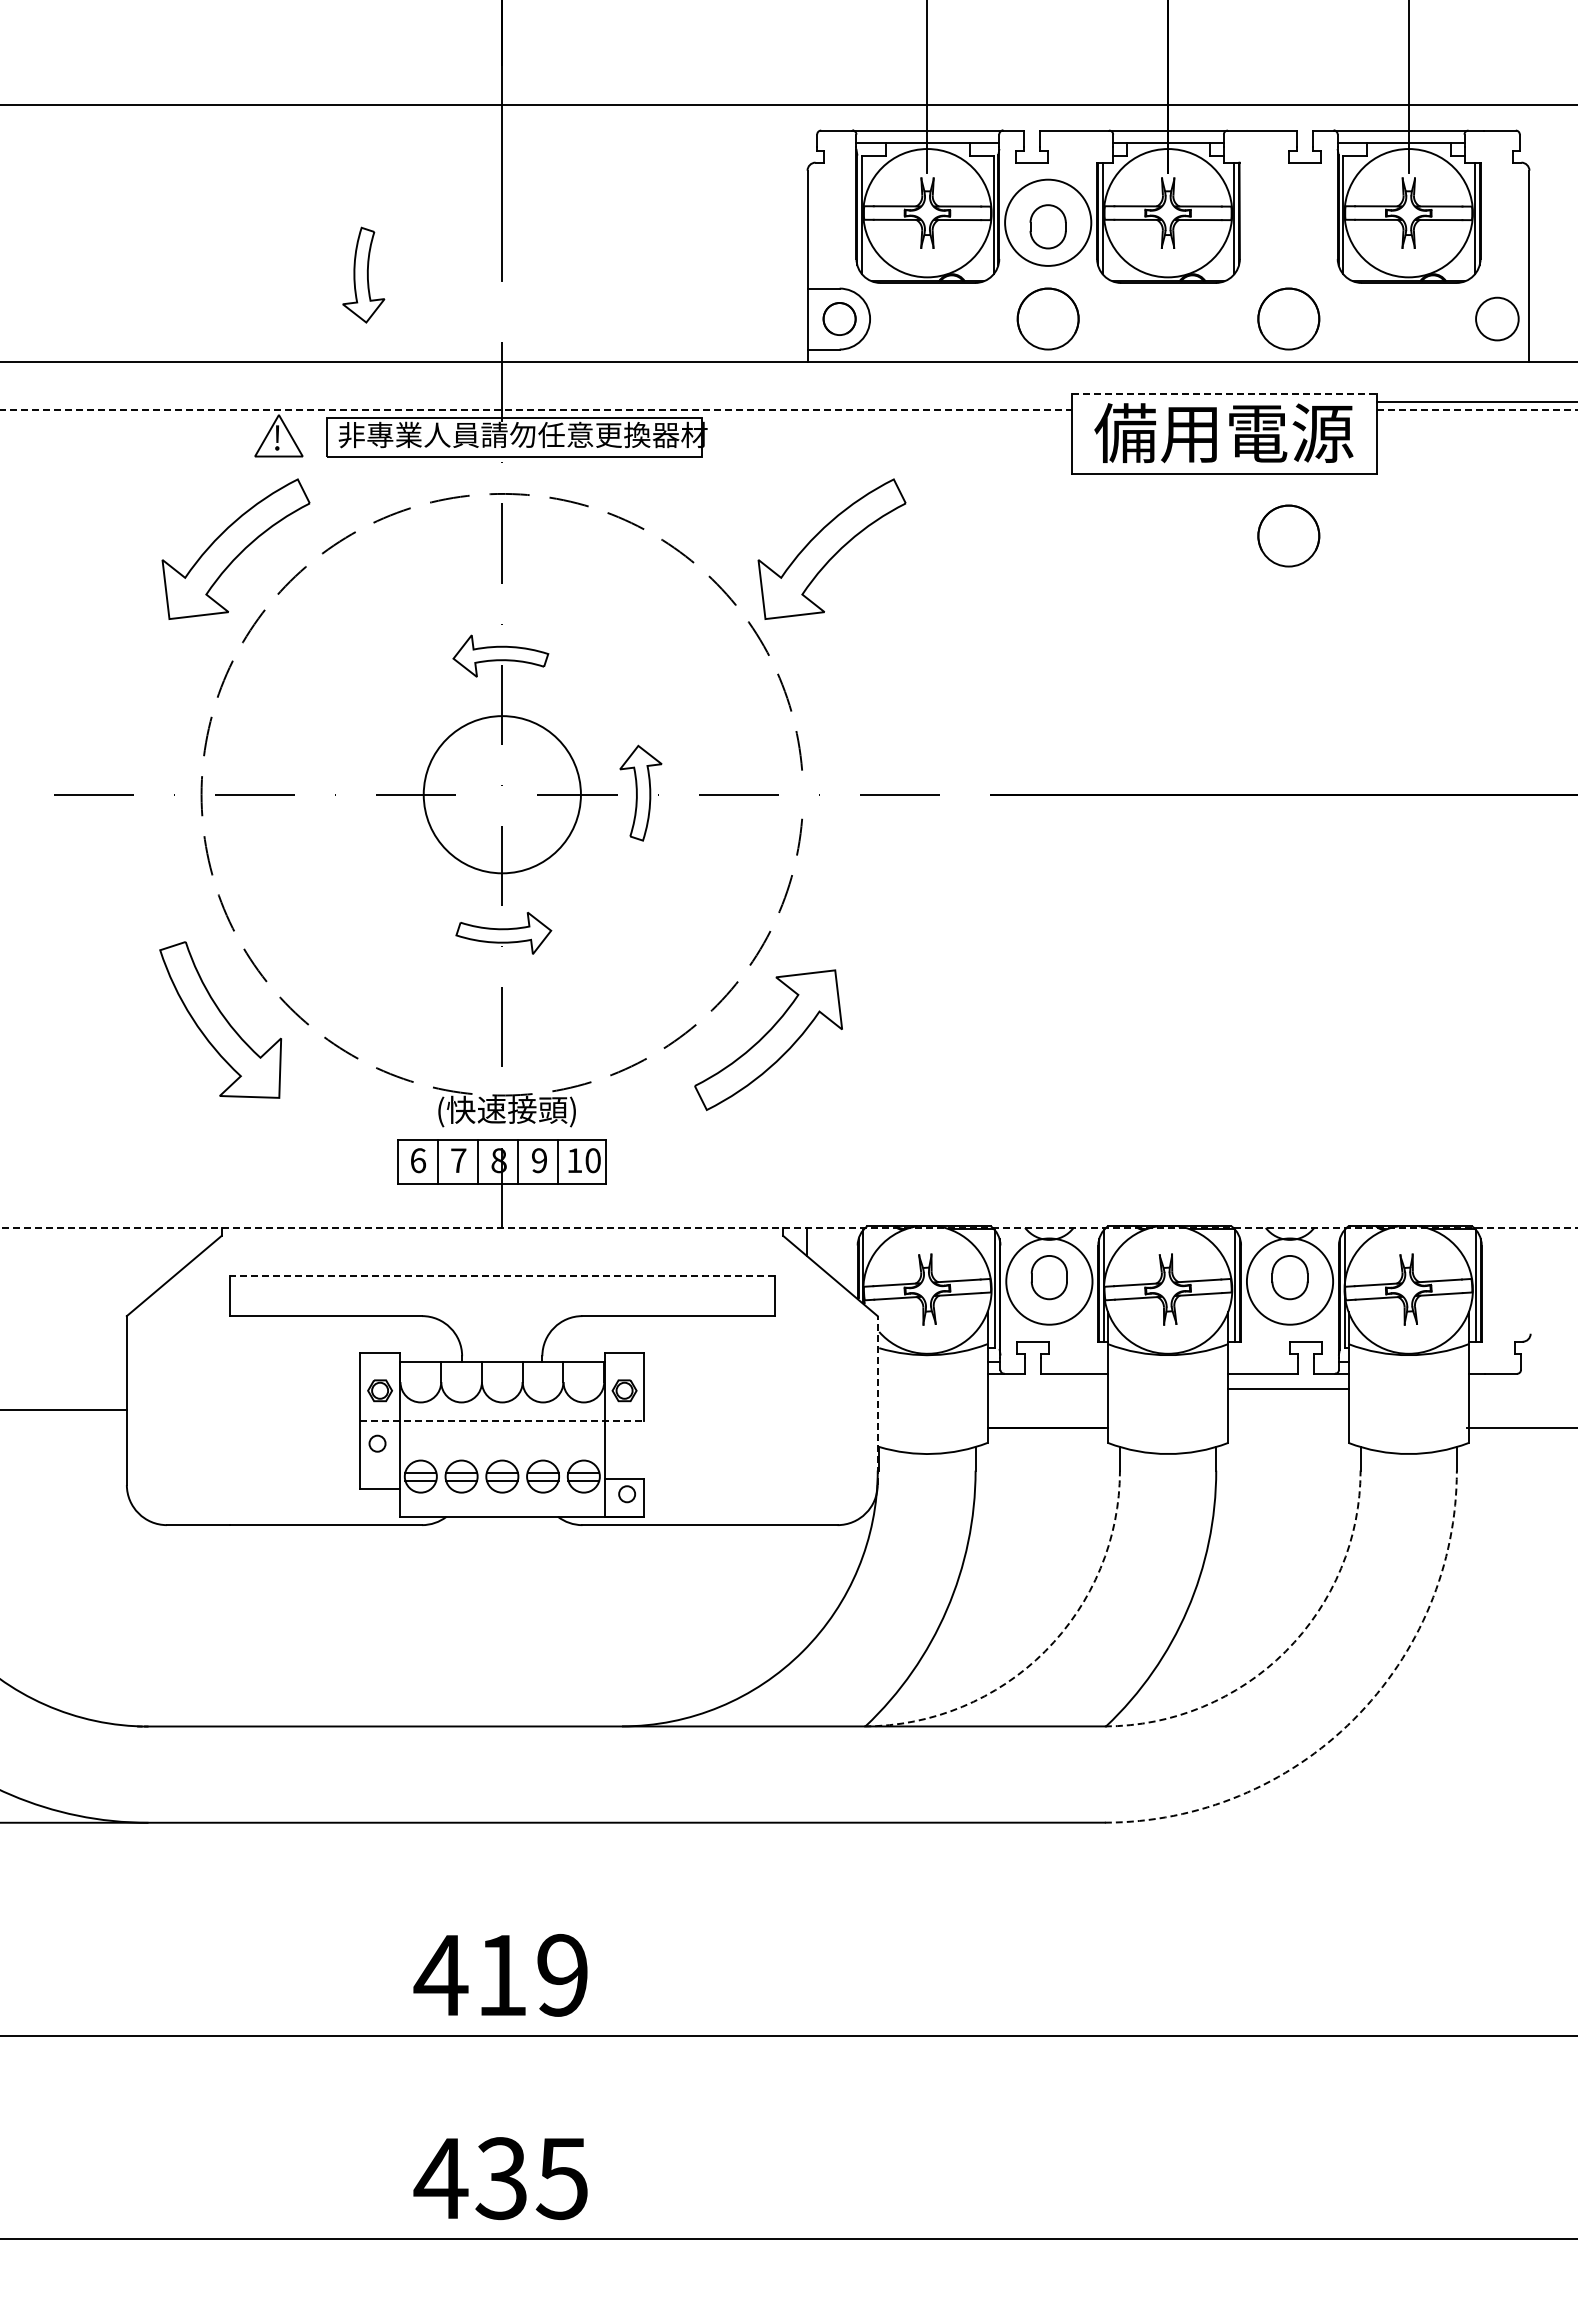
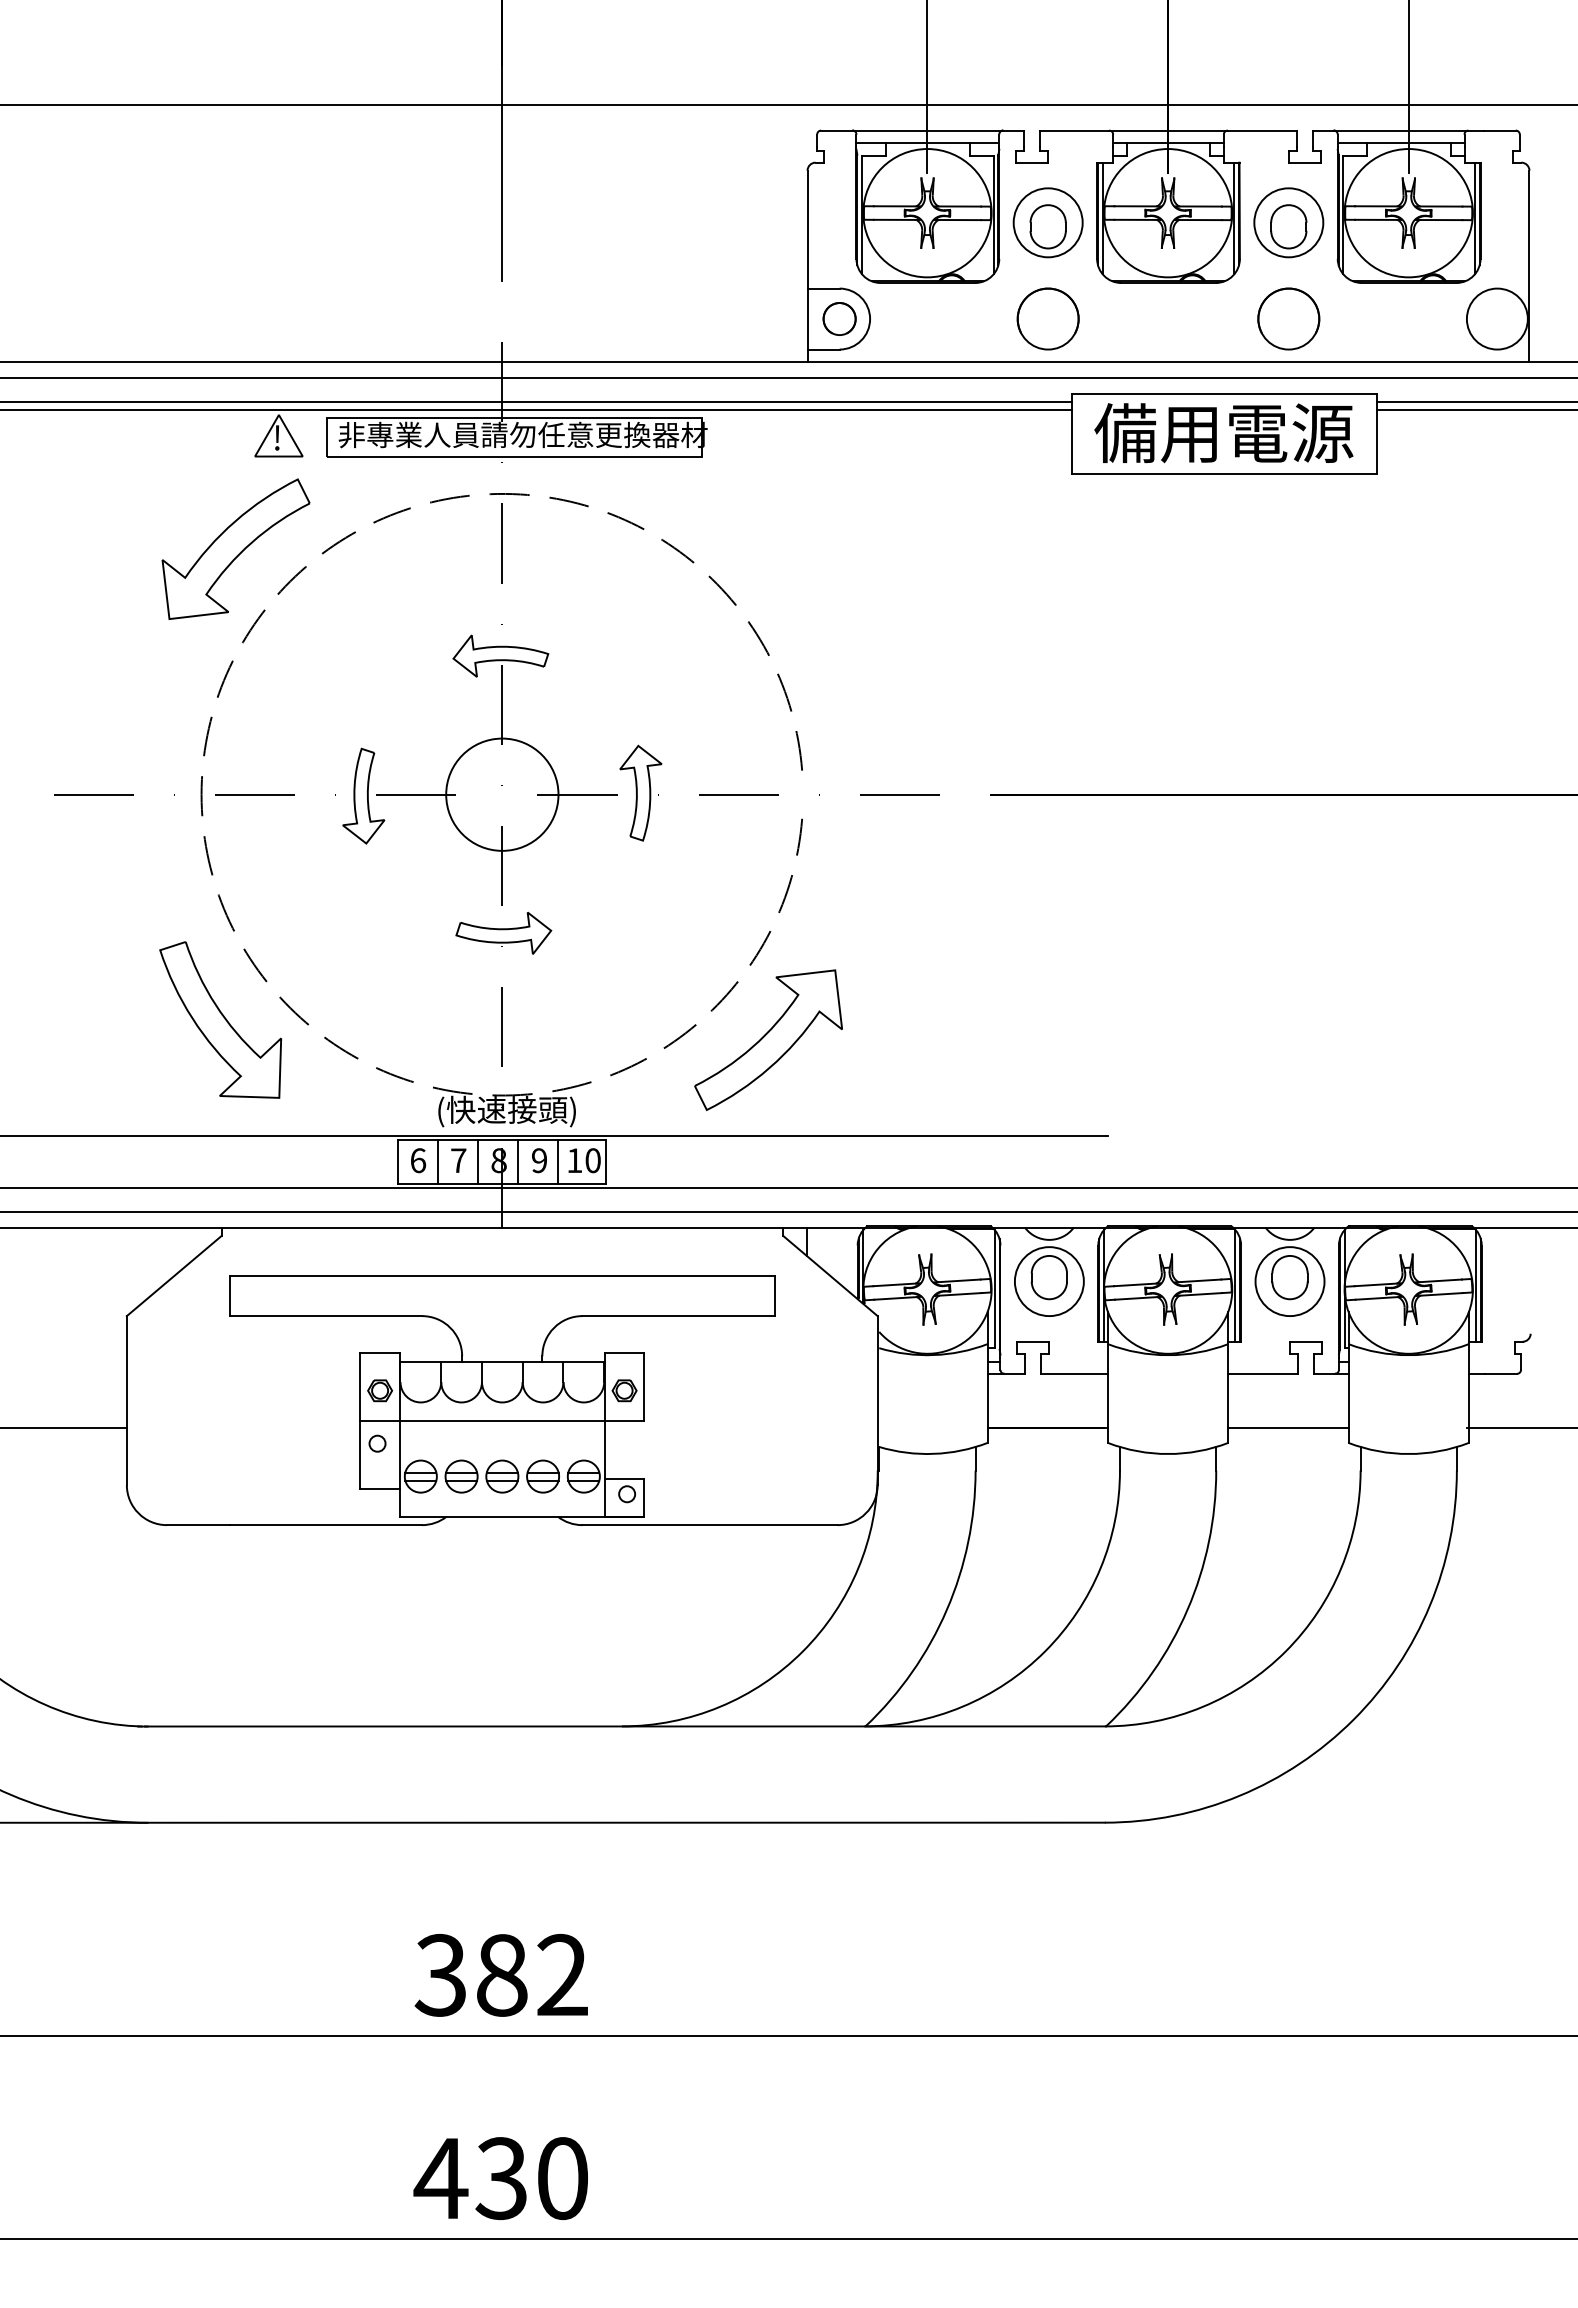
circle at (1048, 222) diameter: 86 px -> 69 px
part at (1288, 222): none -> present
part at (363, 274) position: (363, 274) -> (363, 795)
circle at (1497, 318) diameter: 43 px -> 61 px
line at (788, 377): none -> present
line at (1224, 393): dashed -> solid
line at (536, 401): none -> present
line at (536, 409): dashed -> solid
line at (1477, 409): dashed -> solid
part at (1288, 535): present -> none
part at (831, 548): present -> none
circle at (501, 794) diameter: 157 px -> 112 px
line at (554, 1135): none -> present
line at (788, 1187): none -> present
line at (788, 1211): none -> present
line at (789, 1227): dashed -> solid
line at (502, 1276): dashed -> solid
circle at (1049, 1281) diameter: 86 px -> 69 px
circle at (1289, 1281) diameter: 86 px -> 69 px
line at (1288, 1389) position: (1288, 1389) -> (1288, 1428)
line at (877, 1400): dashed -> solid
line at (64, 1410) position: (64, 1410) -> (64, 1428)
line at (502, 1421): dashed -> solid
arc at (1045, 1651): dashed -> solid
arc at (1285, 1651): dashed -> solid
arc at (1353, 1719): dashed -> solid
text at (500, 1975): 419 -> 382
text at (561, 2178): 435 -> 430
